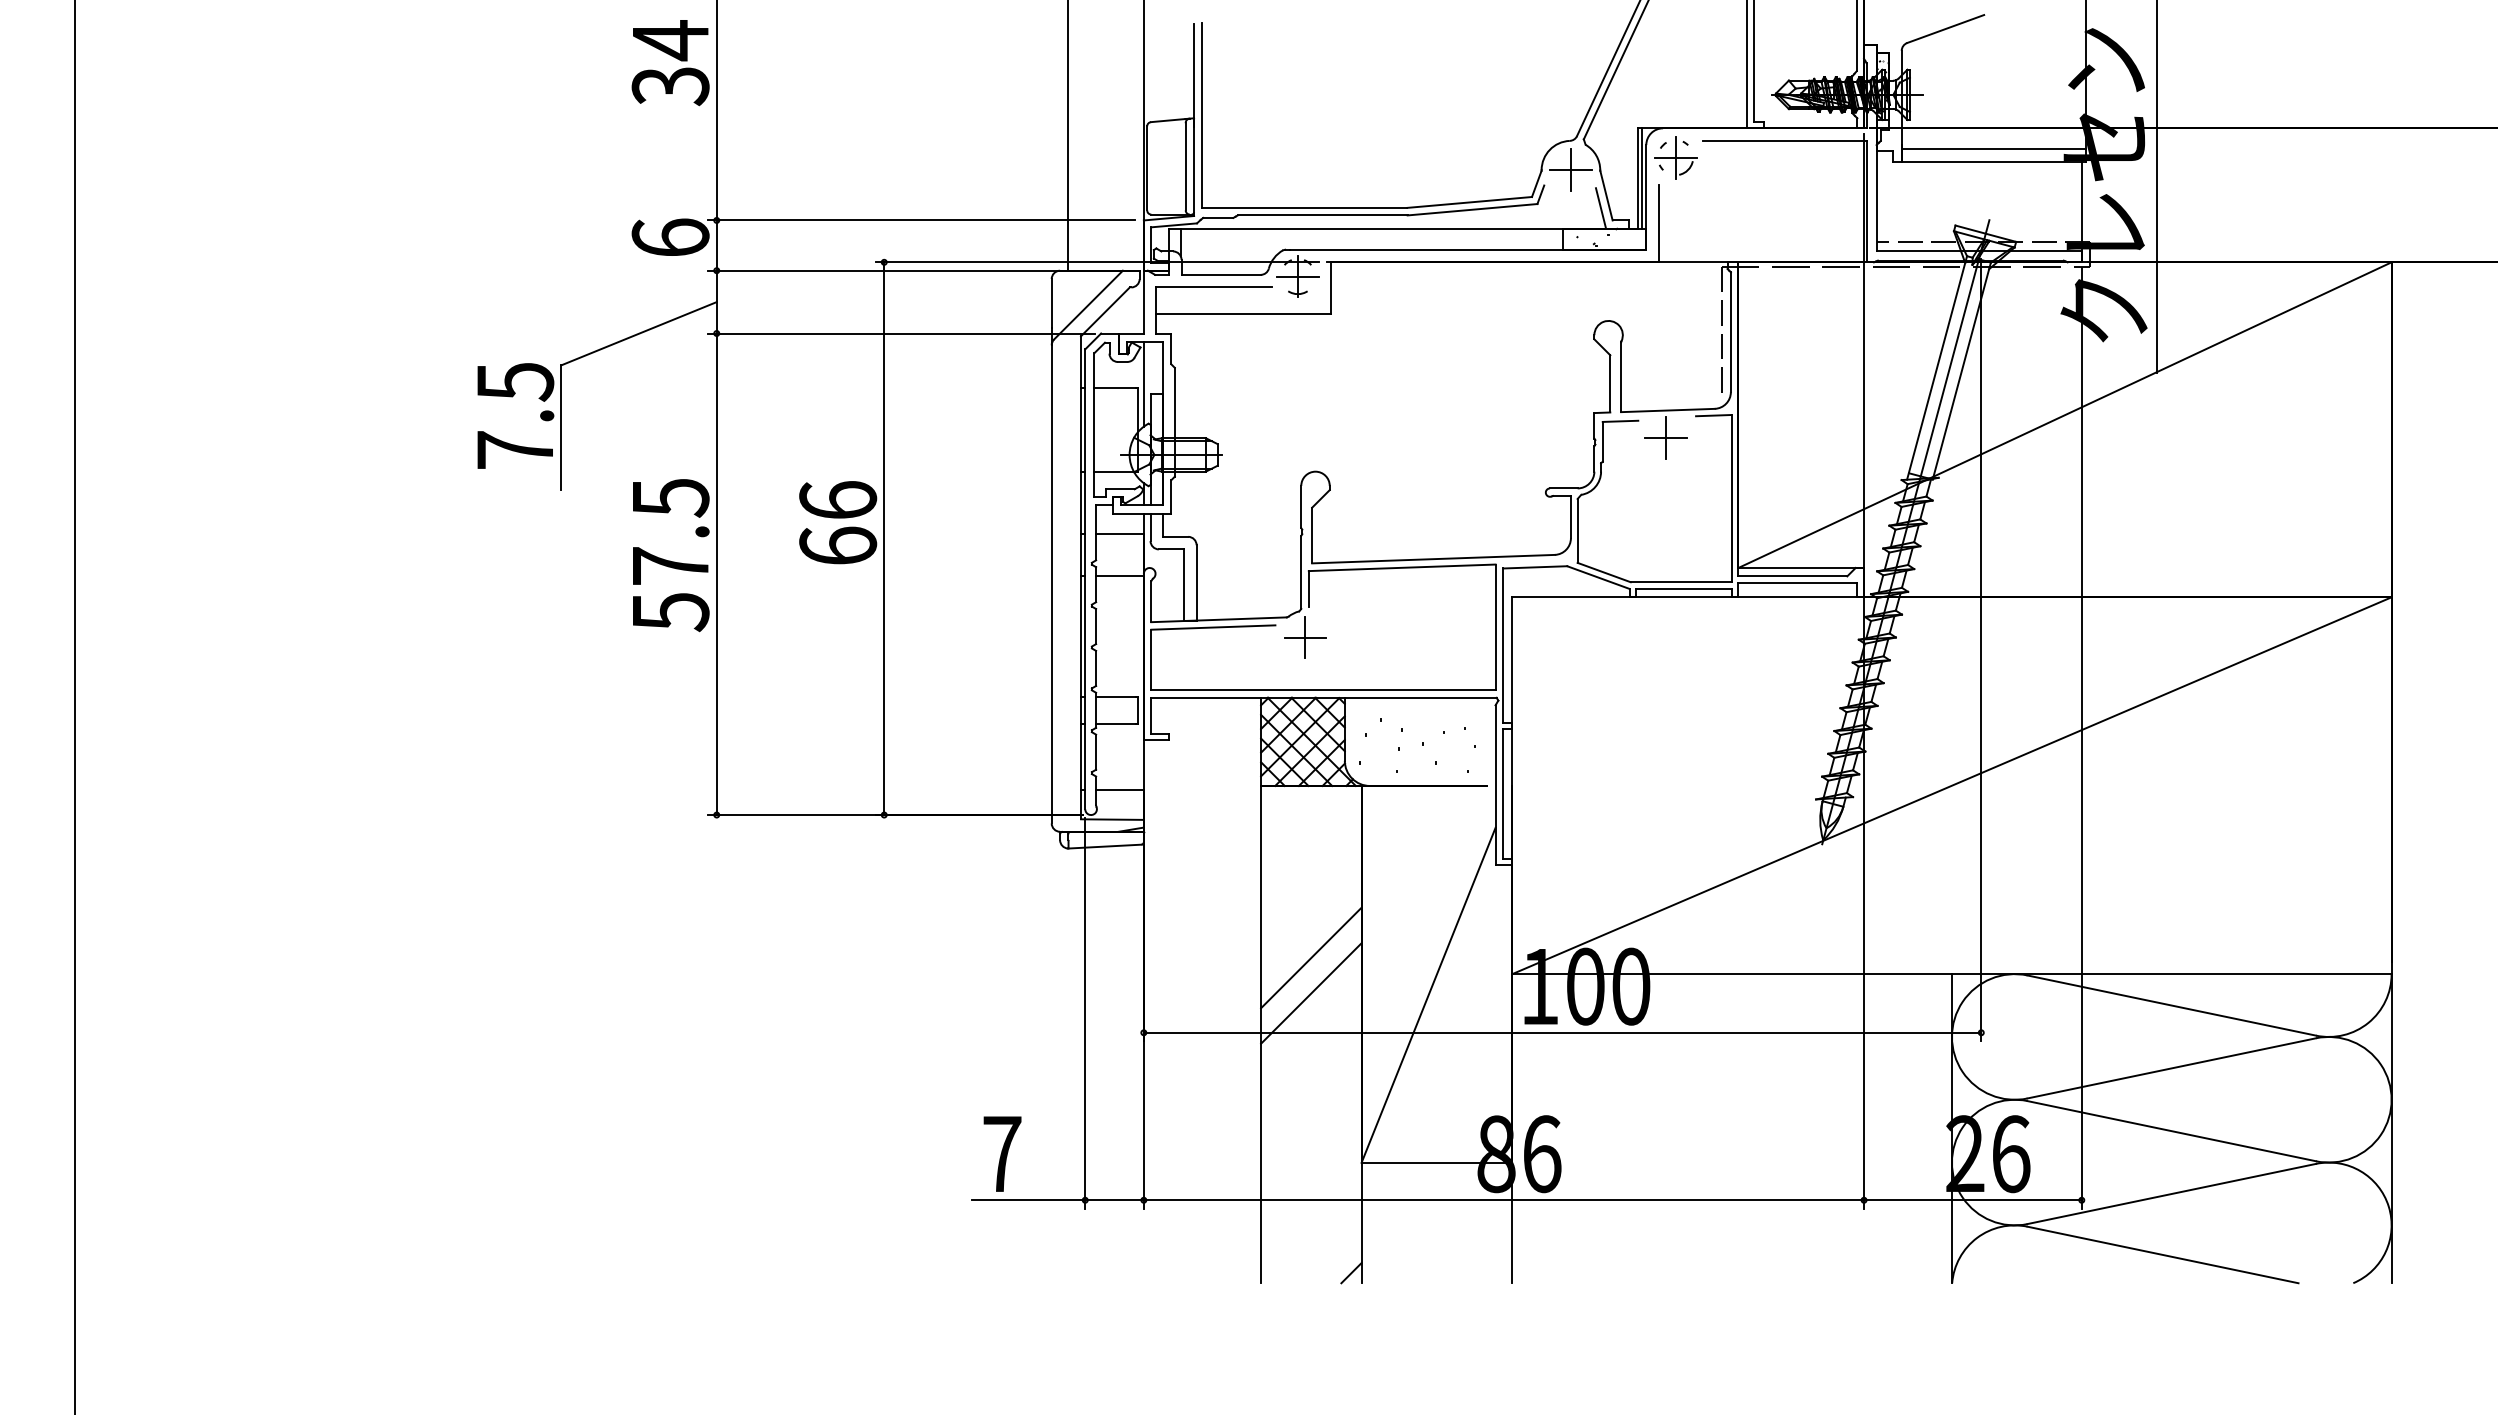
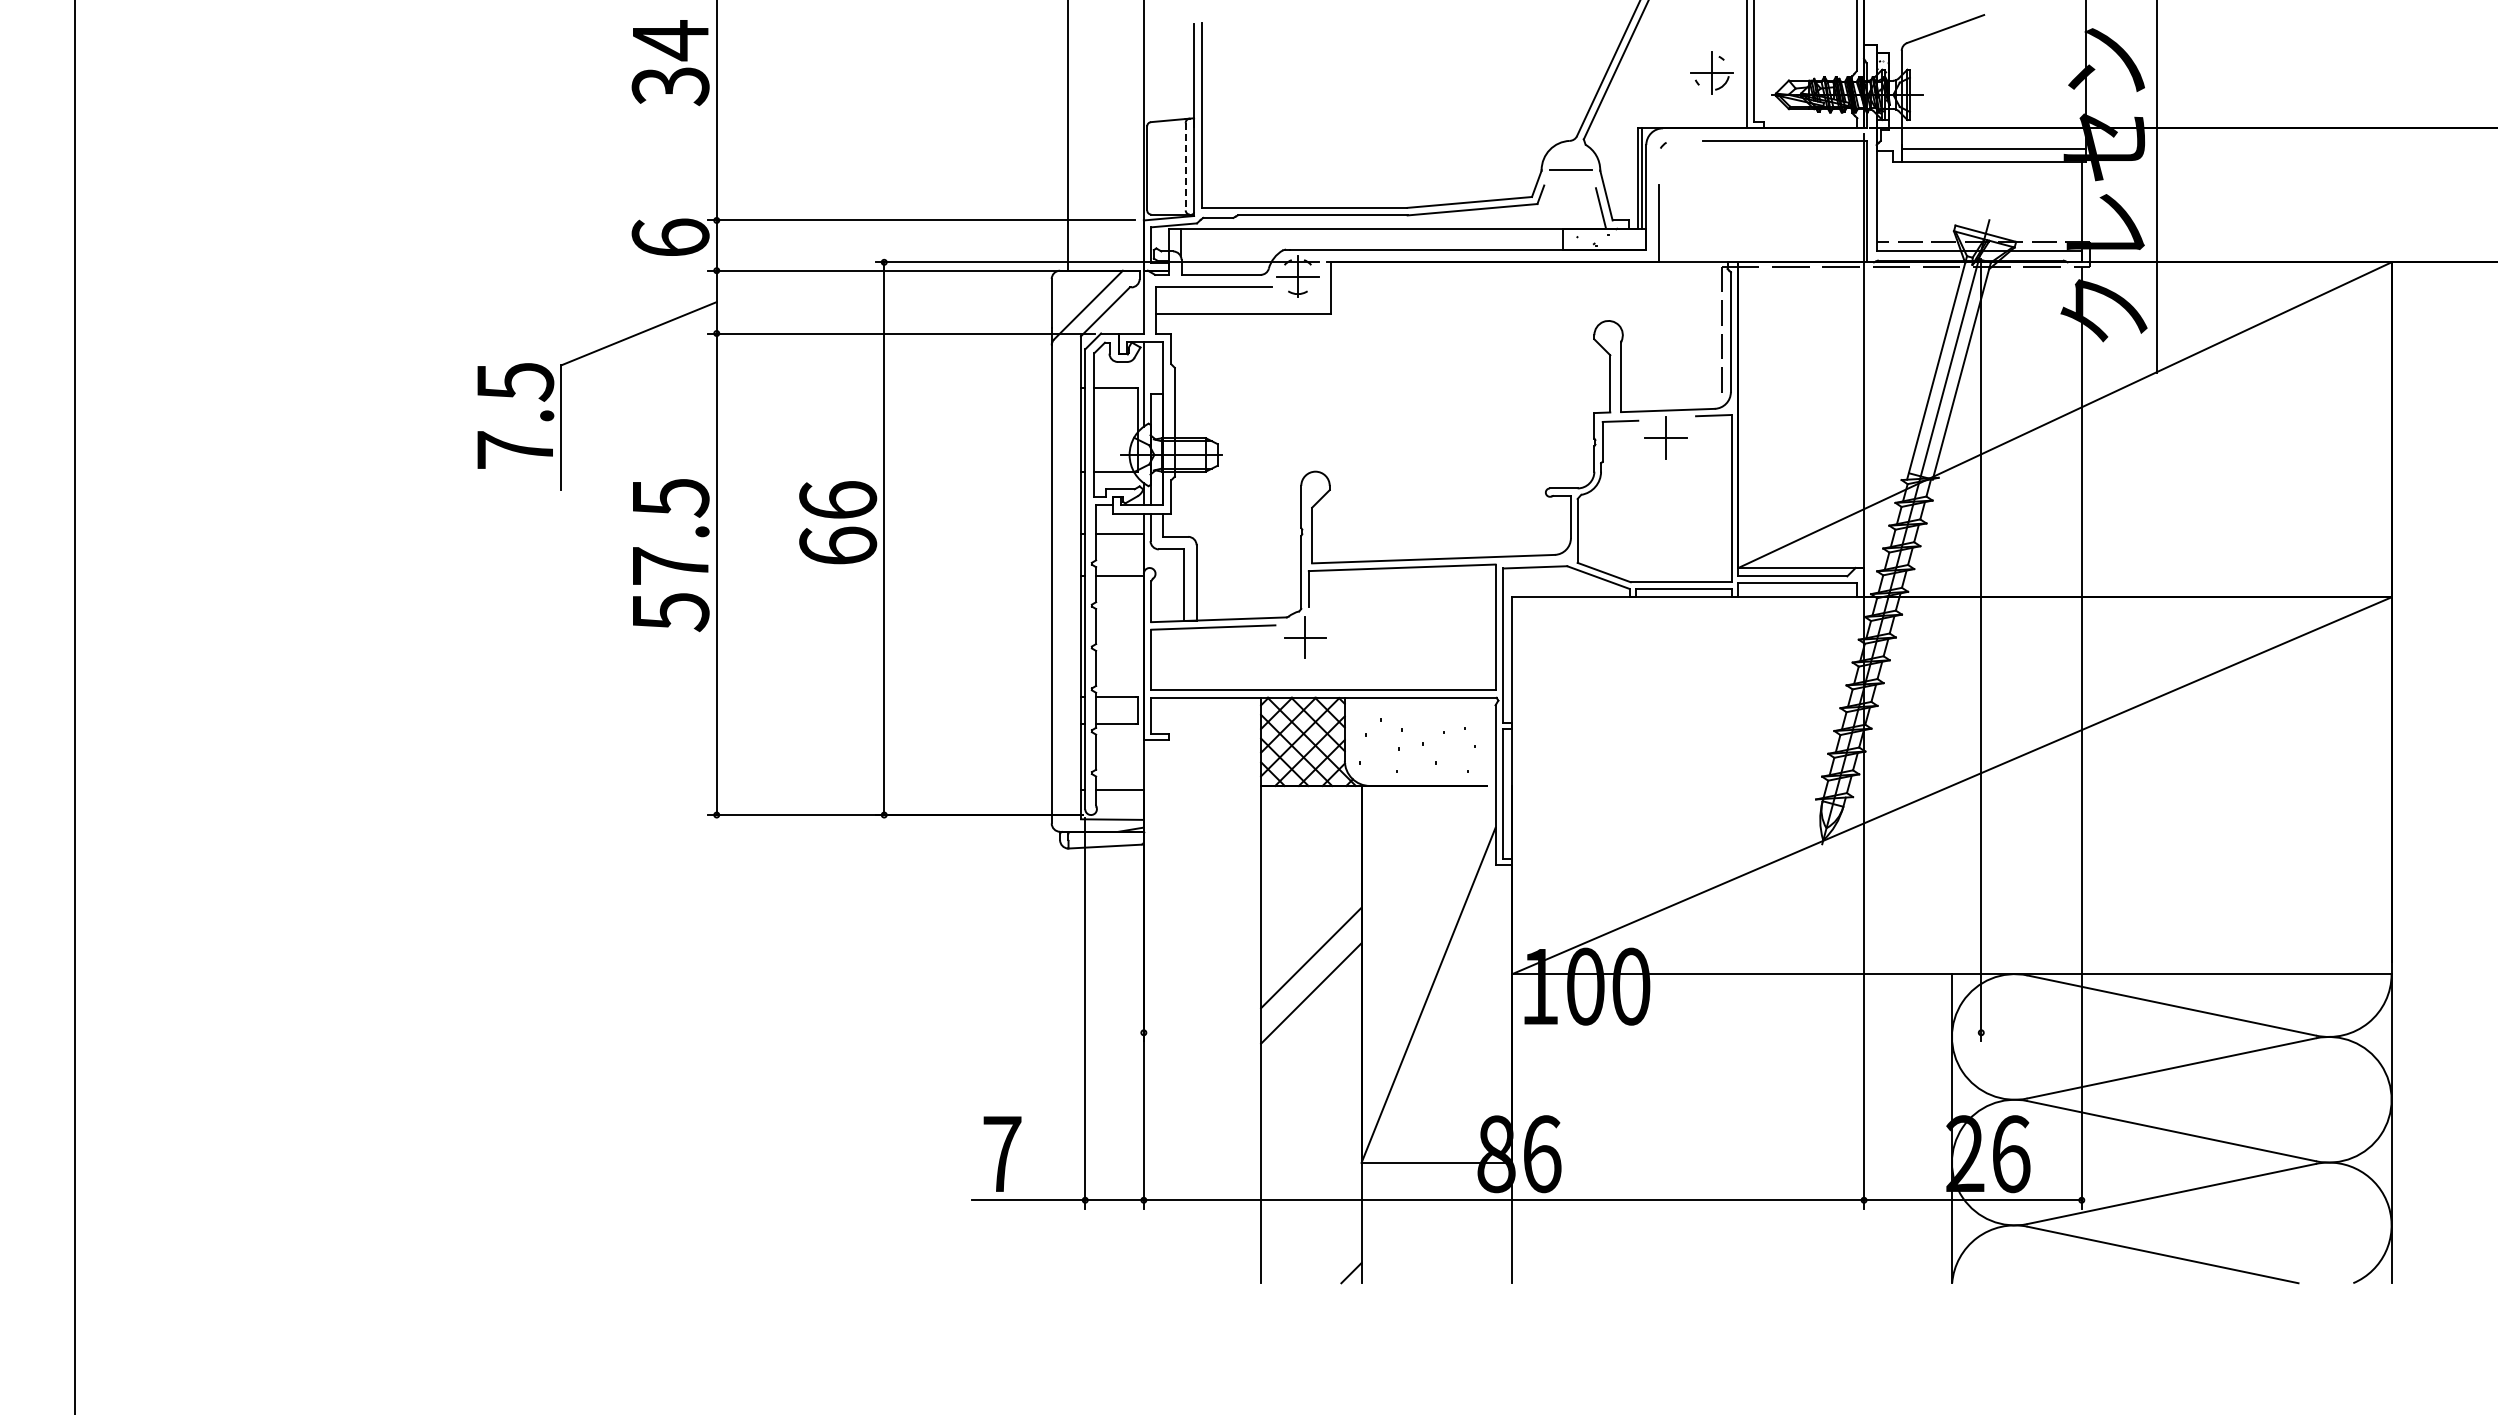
part at (1675, 157) position: (1675, 157) -> (1711, 72)
line at (1185, 166): solid -> dashed
line at (1570, 170): present -> none
line at (1562, 1032): present -> none
